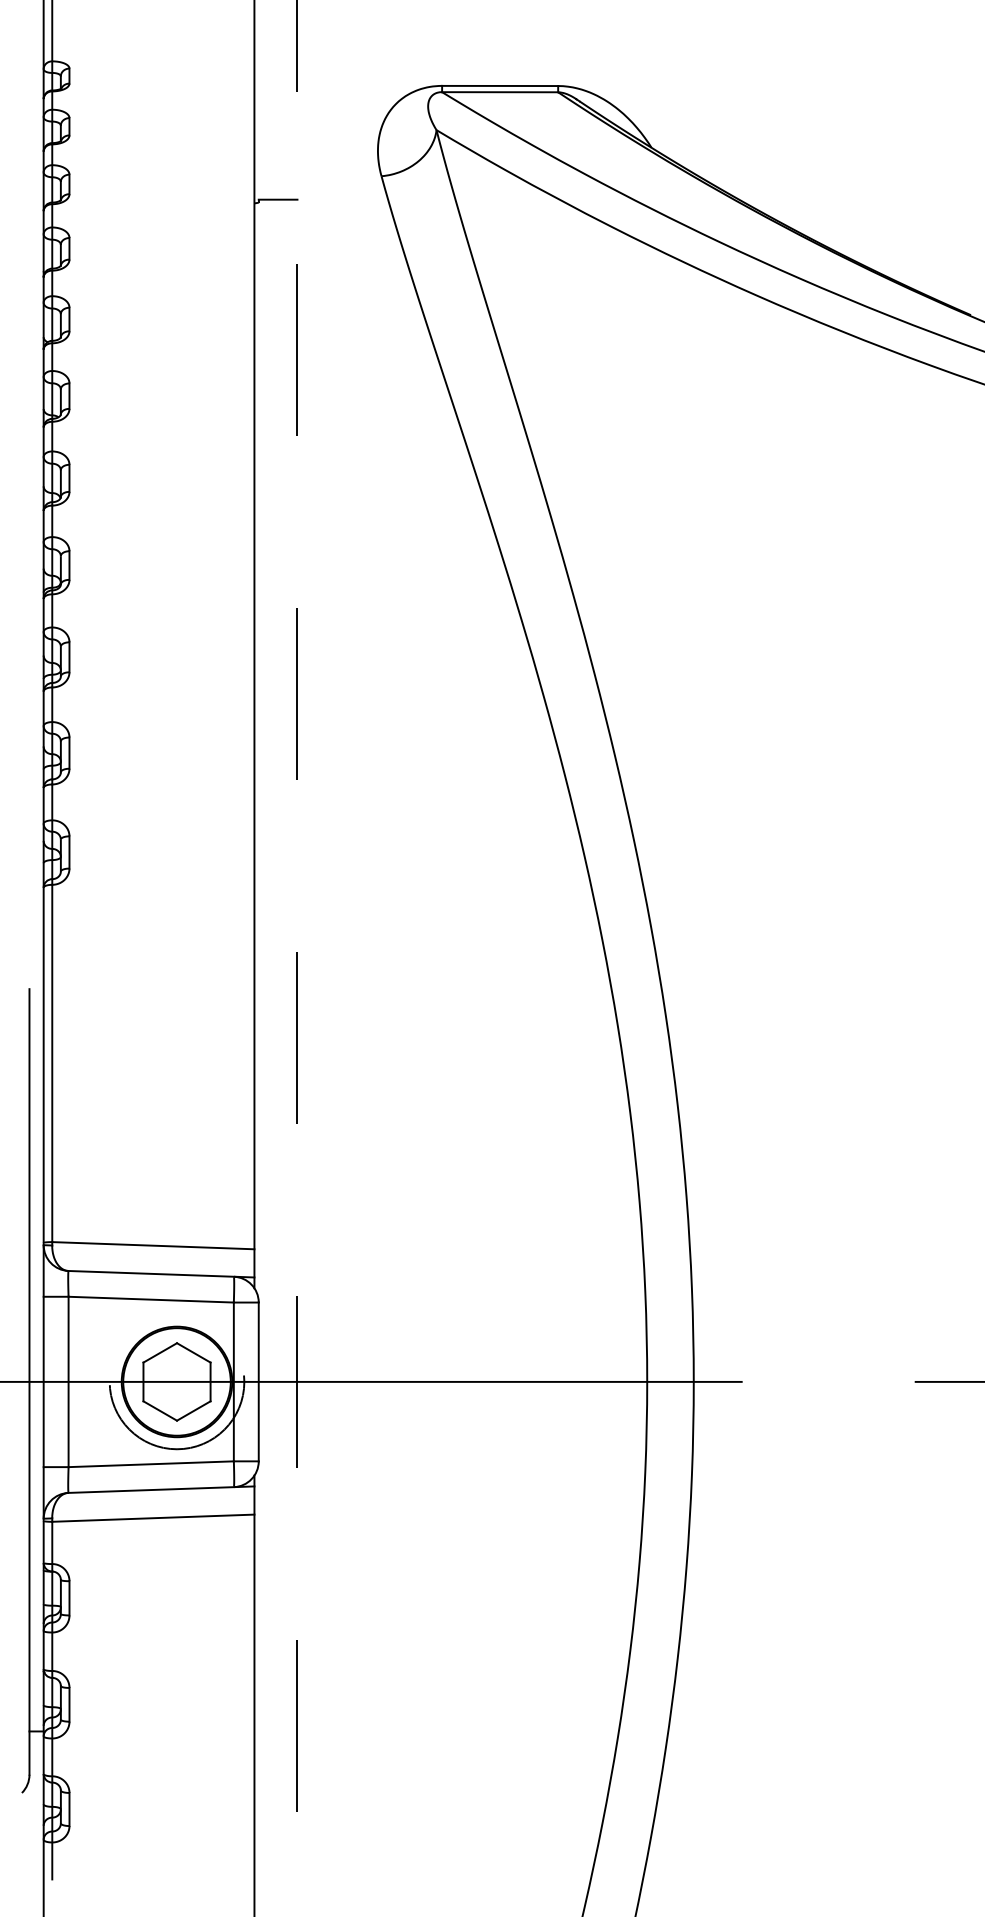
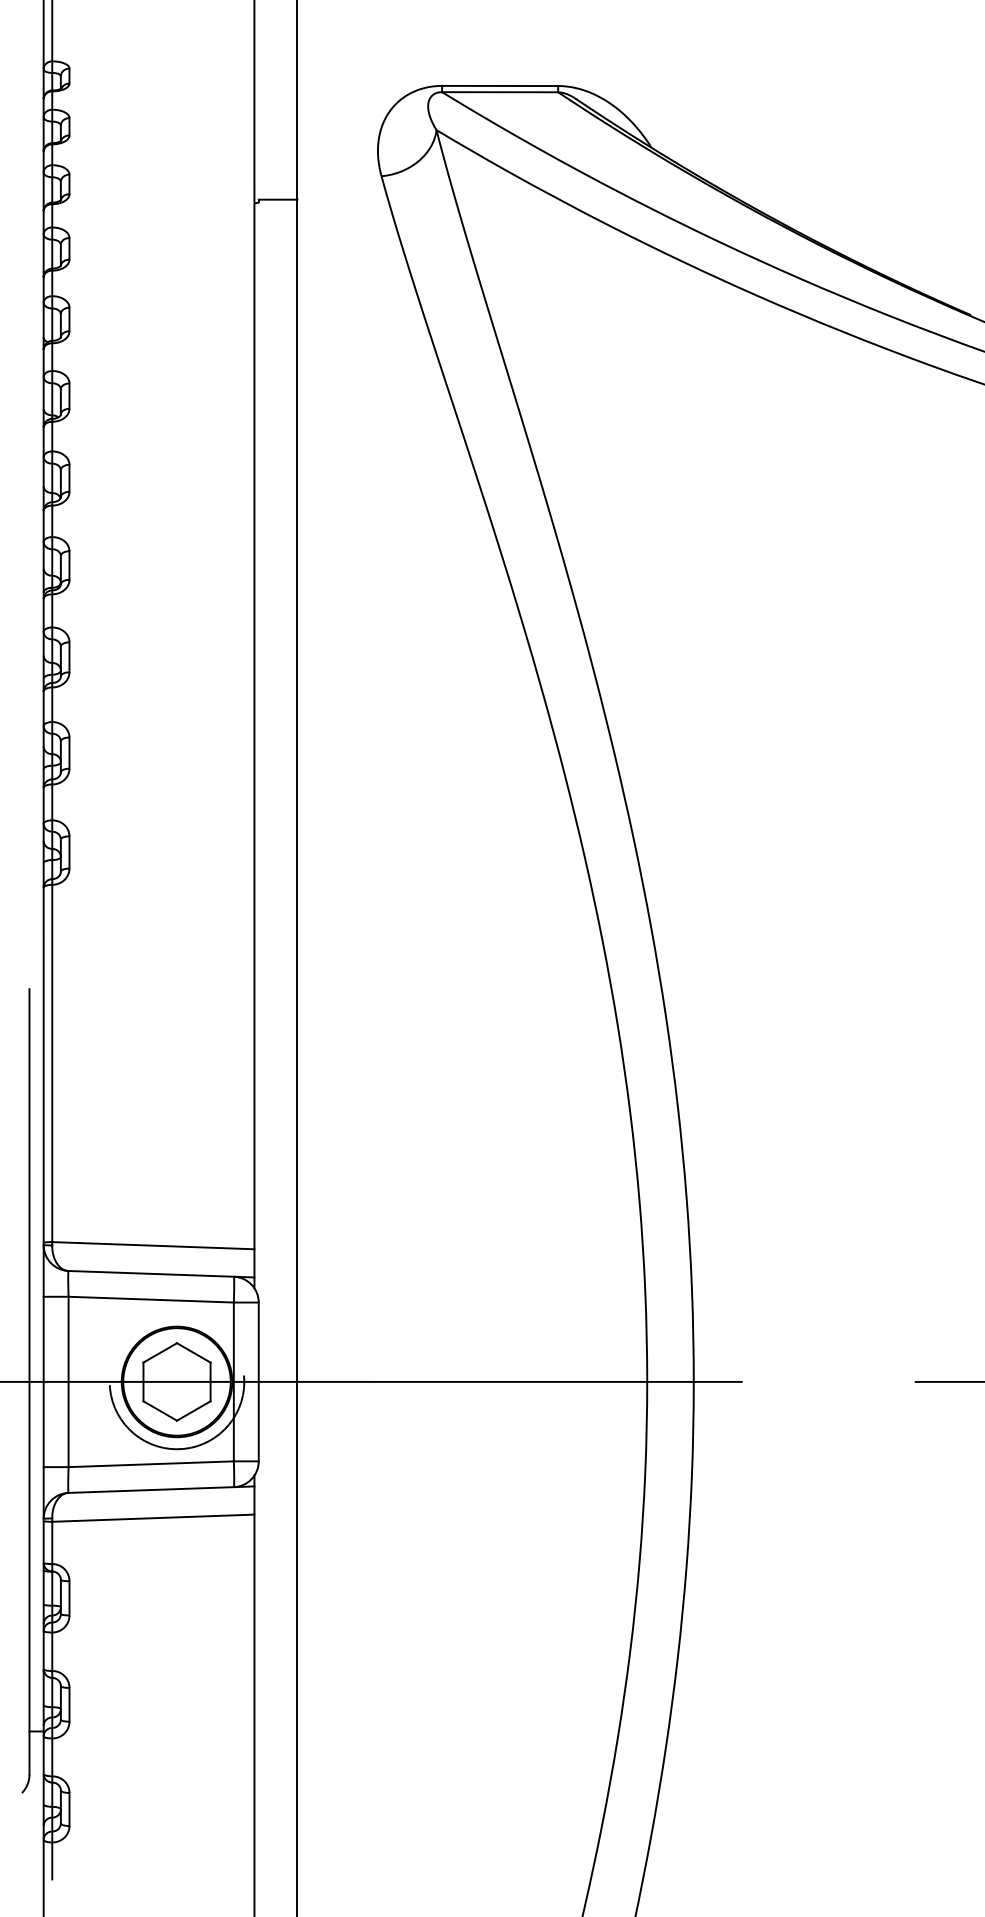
line at (297, 958): dashed -> solid
